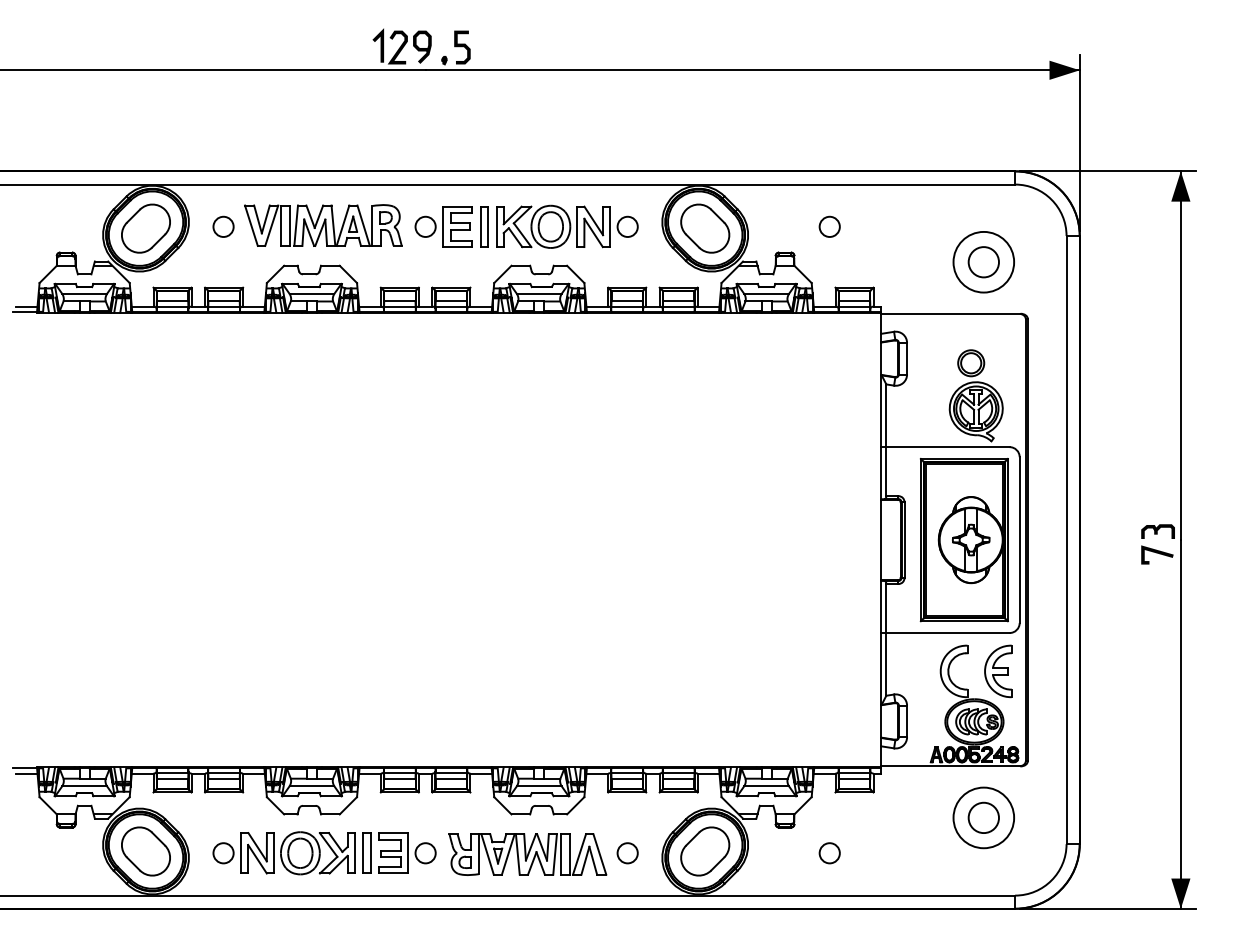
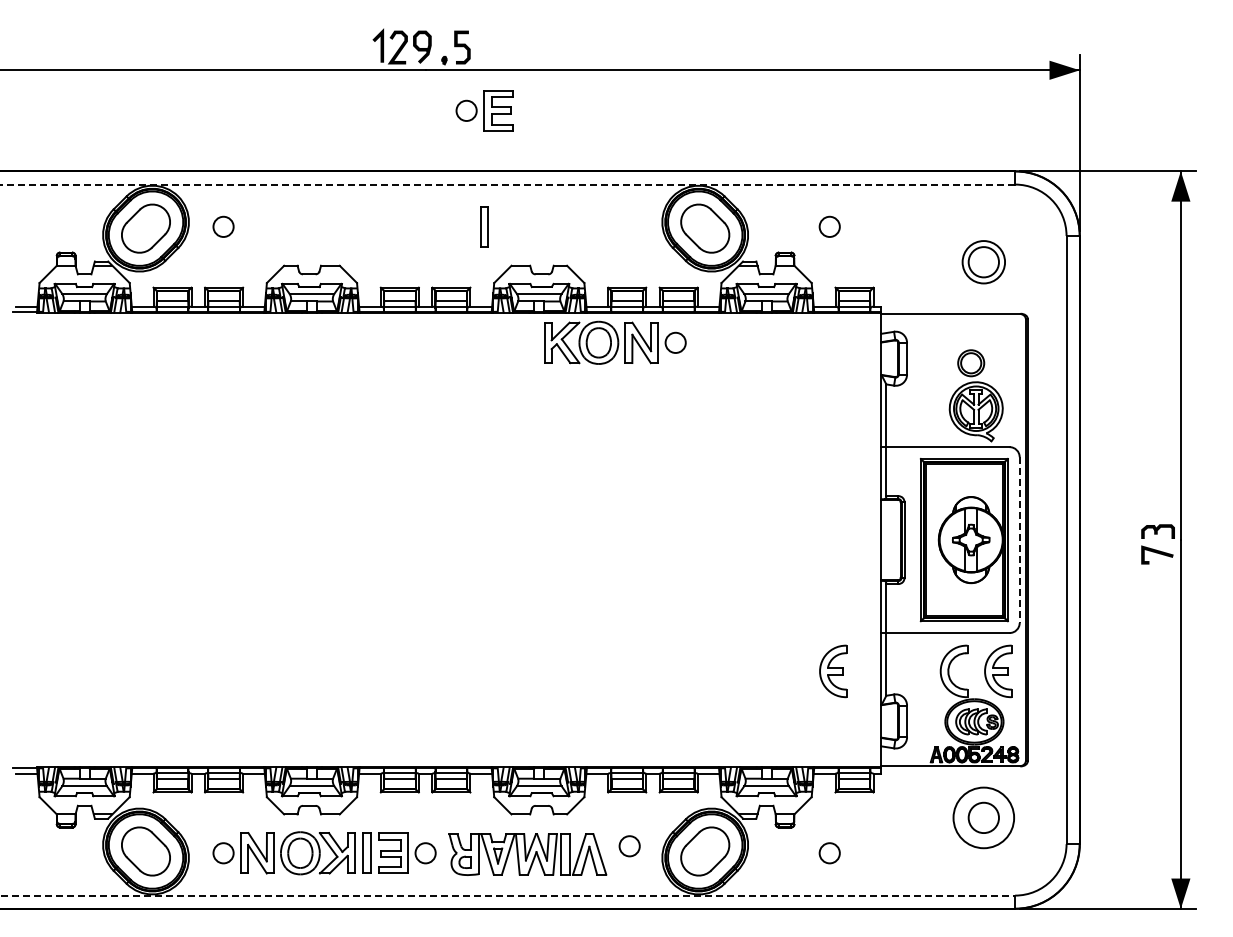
line at (507, 184): solid -> dashed
part at (323, 225): present -> none
part at (443, 226) position: (443, 226) -> (484, 110)
part at (567, 226) position: (567, 226) -> (615, 342)
circle at (983, 261) diameter: 61 px -> 42 px
line at (1019, 540): solid -> dashed
part at (833, 671): none -> present
circle at (627, 853) position: (627, 853) -> (629, 846)
line at (508, 895): solid -> dashed
